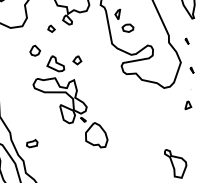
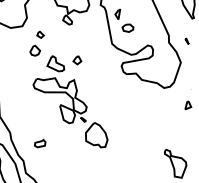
part at (51, 28) position: (51, 28) -> (40, 34)
part at (191, 69): present -> none
part at (32, 143) position: (32, 143) -> (40, 143)
